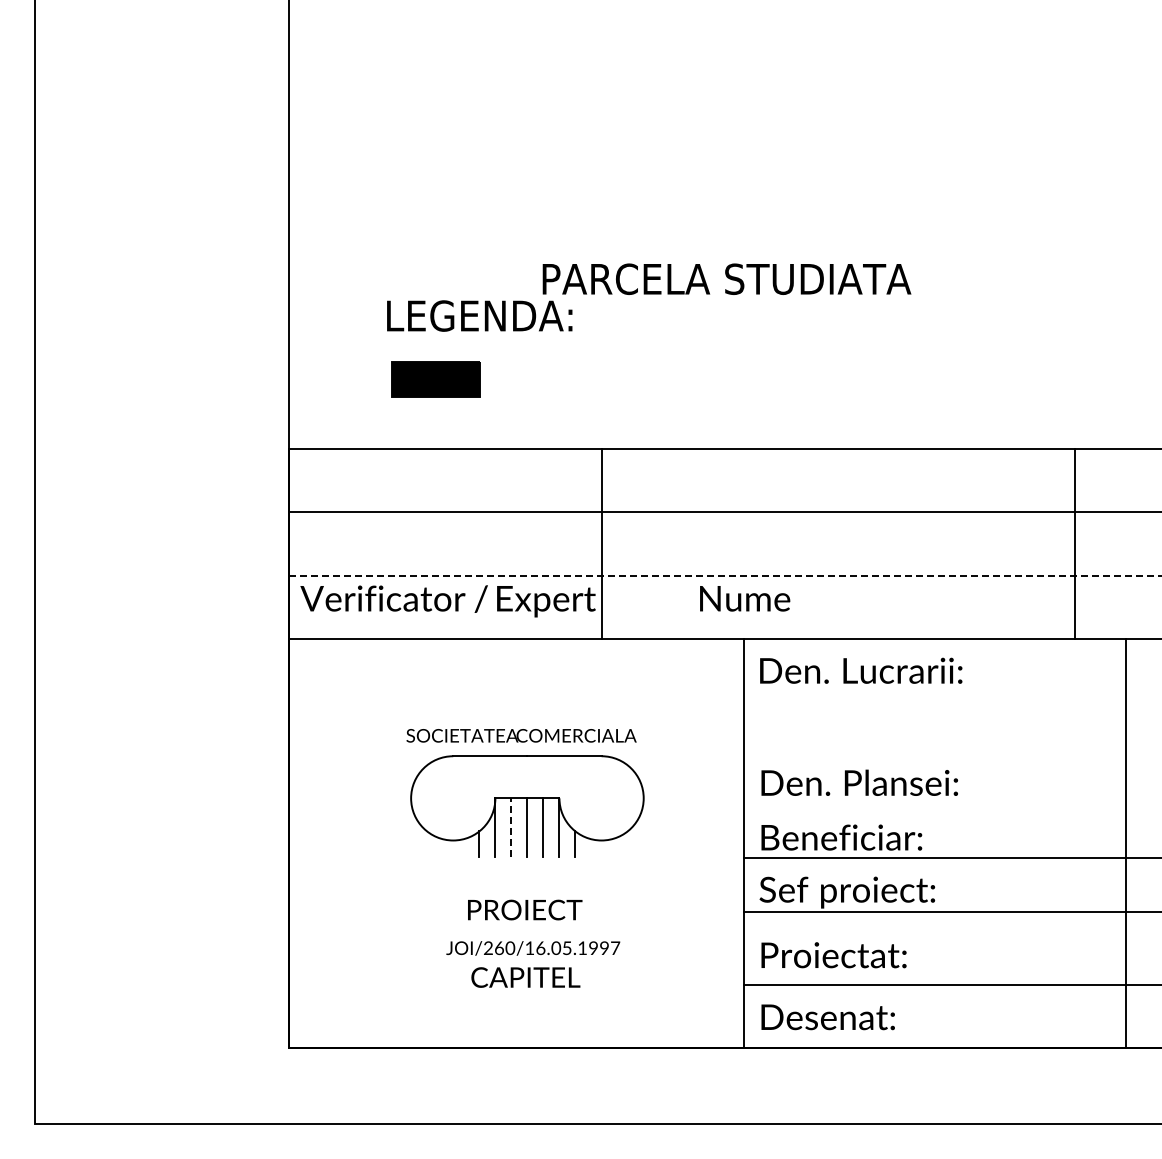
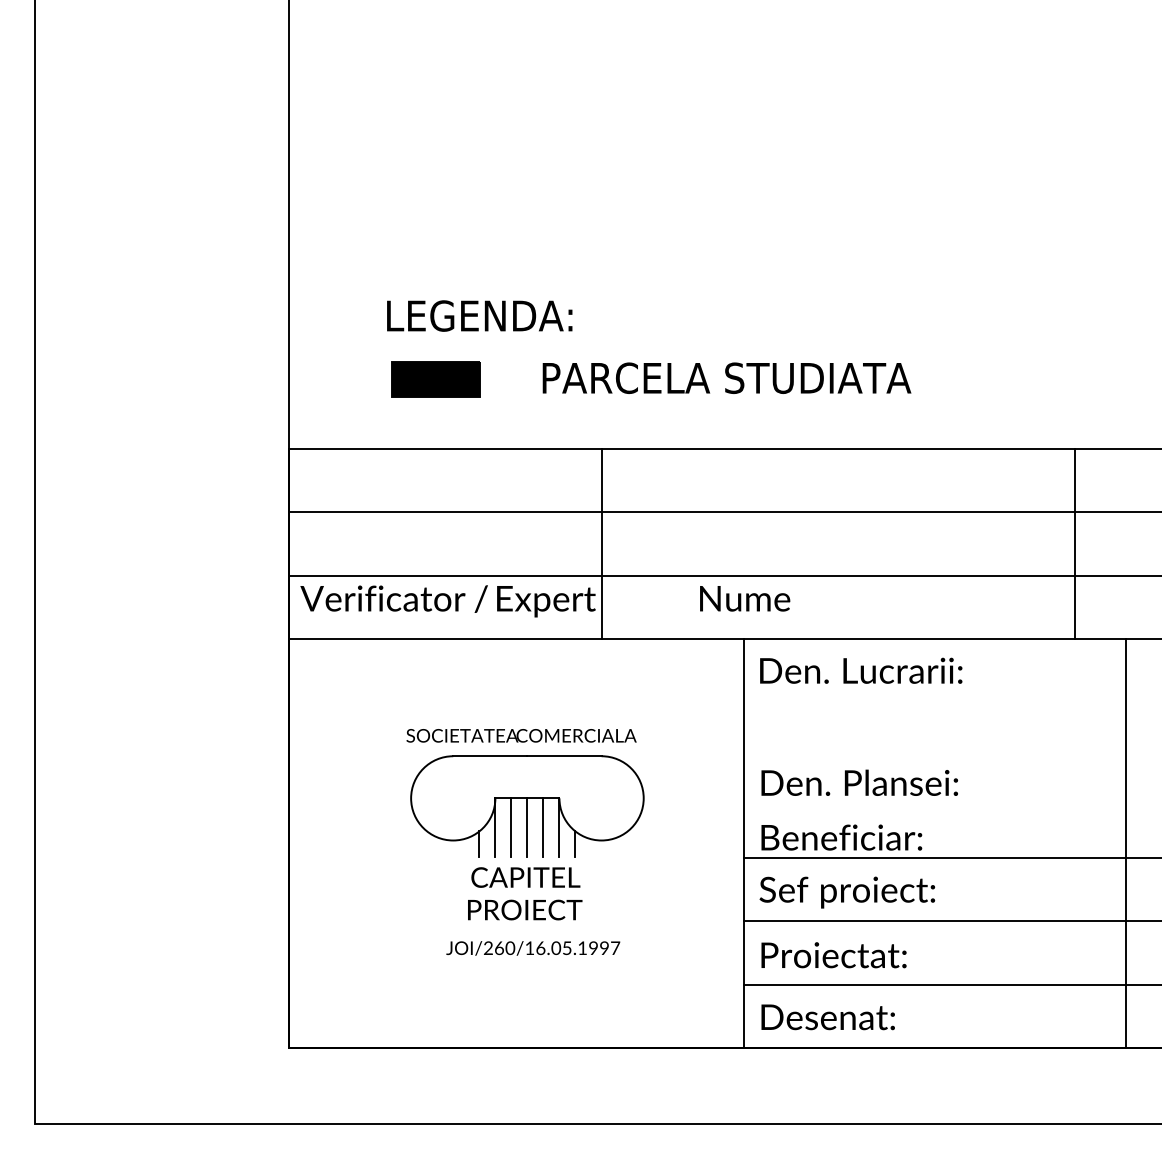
text at (726, 278) position: (726, 278) -> (726, 377)
line at (726, 575): dashed -> solid
line at (511, 827): dashed -> solid
line at (950, 912) position: (950, 912) -> (950, 921)
text at (525, 977) position: (525, 977) -> (525, 877)
